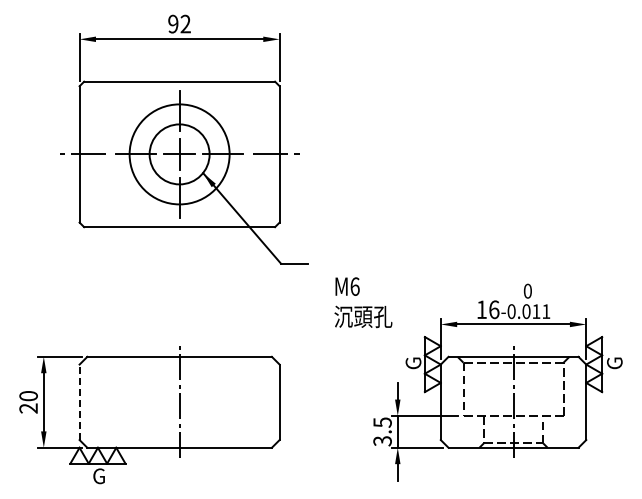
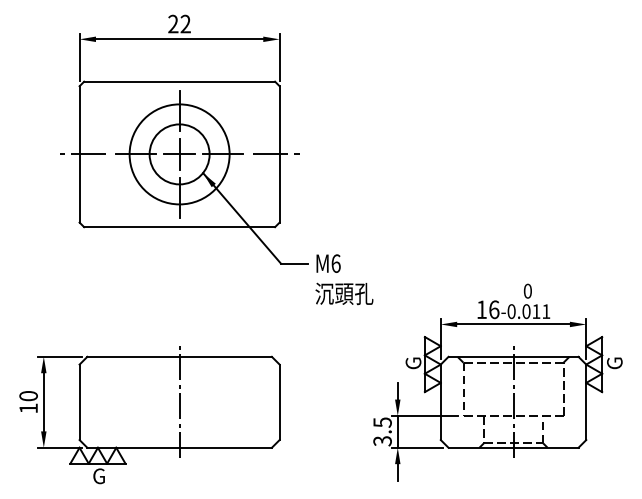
text at (173, 24): 92 -> 22
text at (363, 302) position: (363, 302) -> (344, 279)
line at (79, 402): dashed -> solid
text at (28, 408): 20 -> 10
